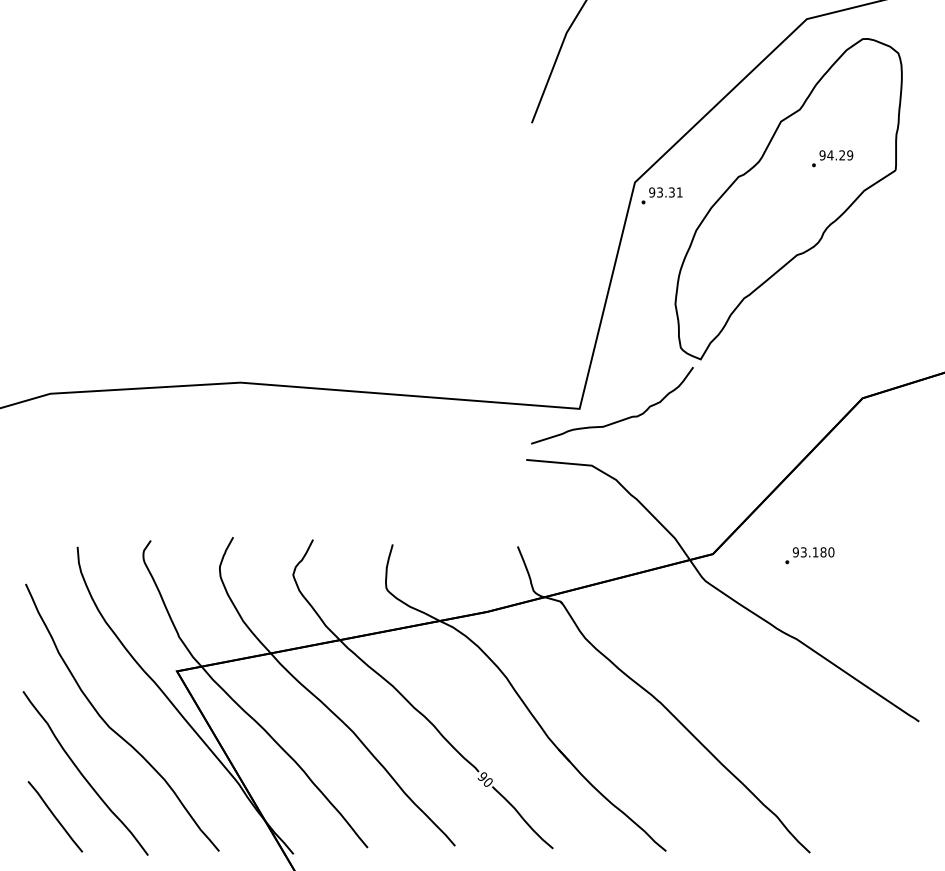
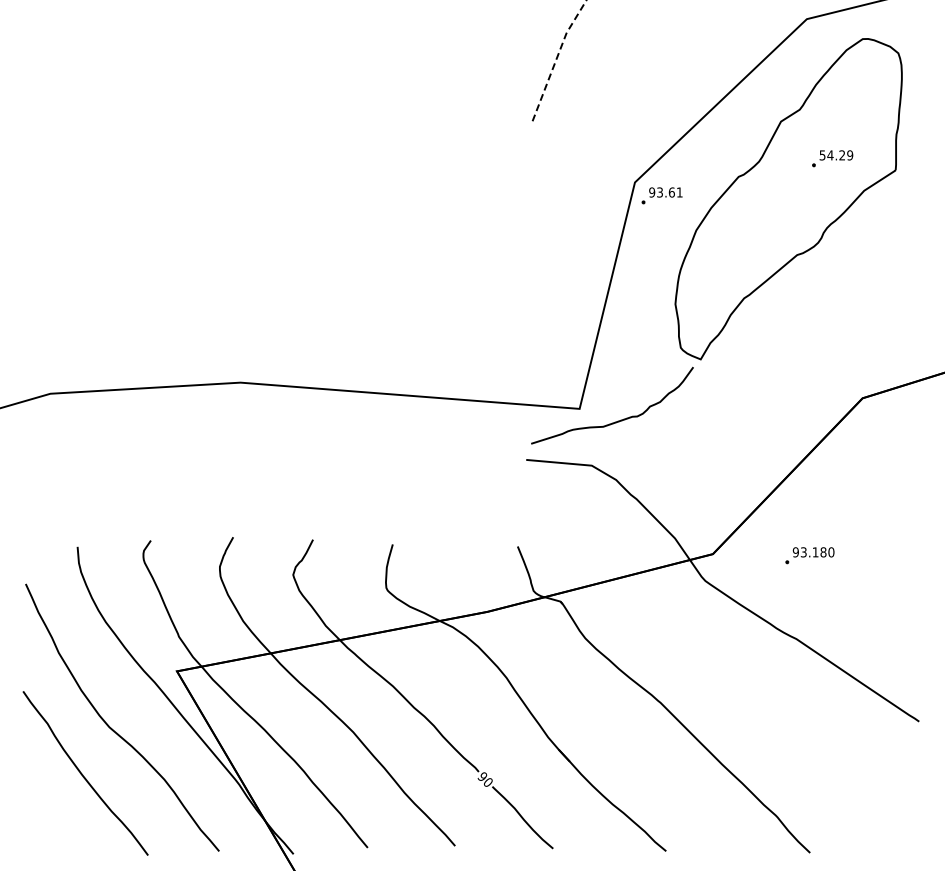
line at (556, 59): solid -> dashed
text at (822, 155): 94.29 -> 54.29
text at (671, 192): 93.31 -> 93.61
line at (55, 816): present -> none
